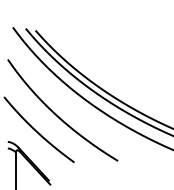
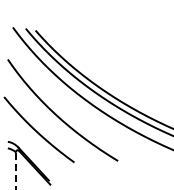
line at (16, 171): solid -> dashed
